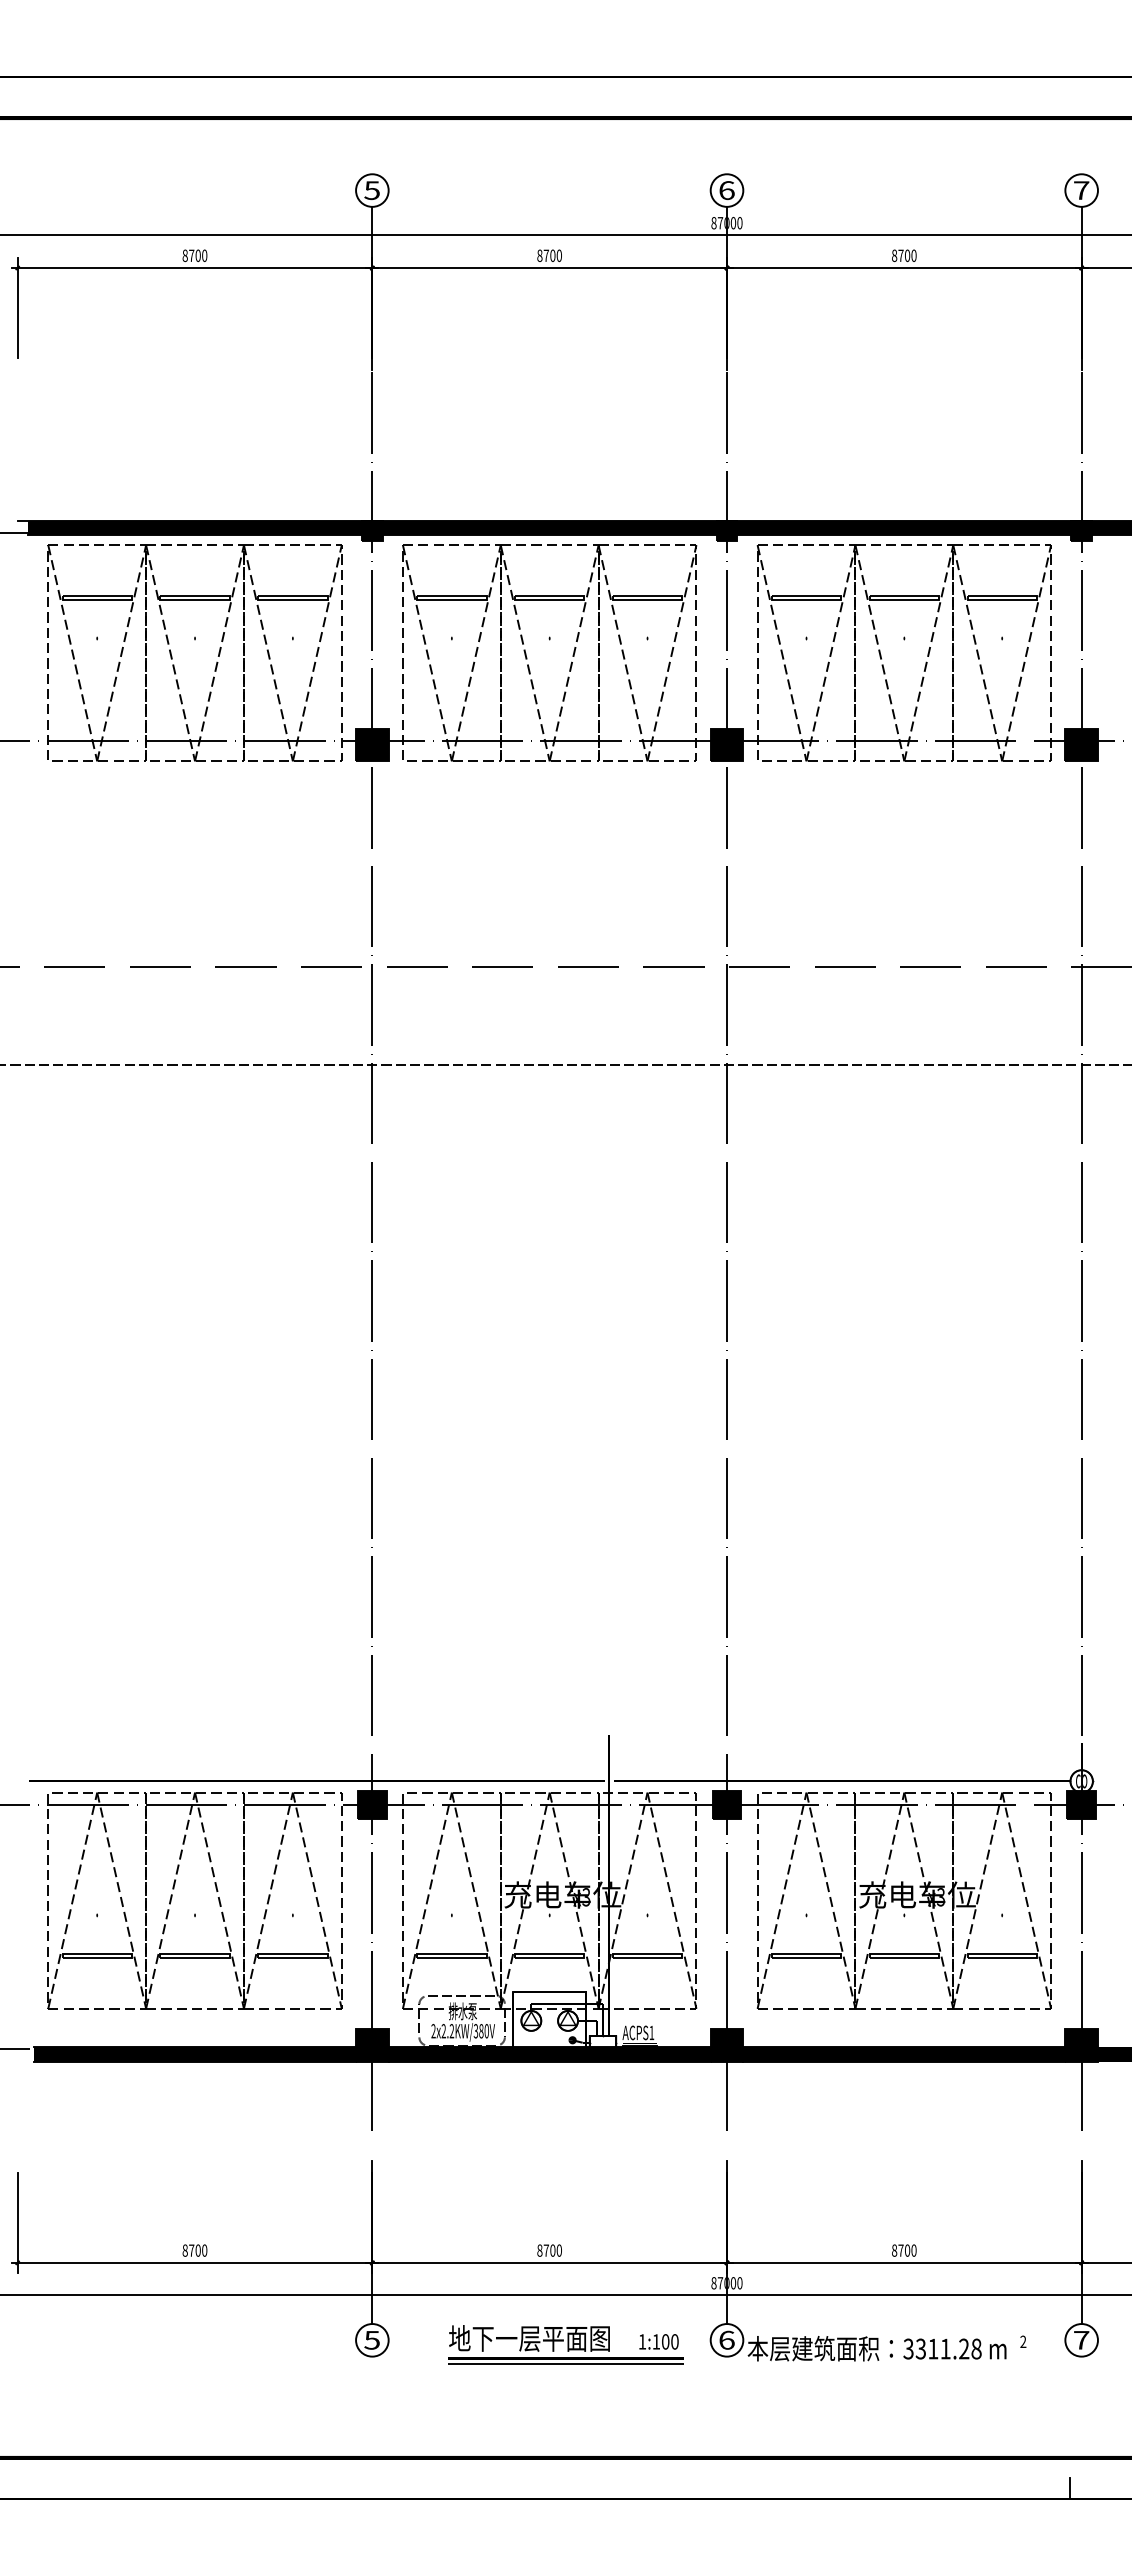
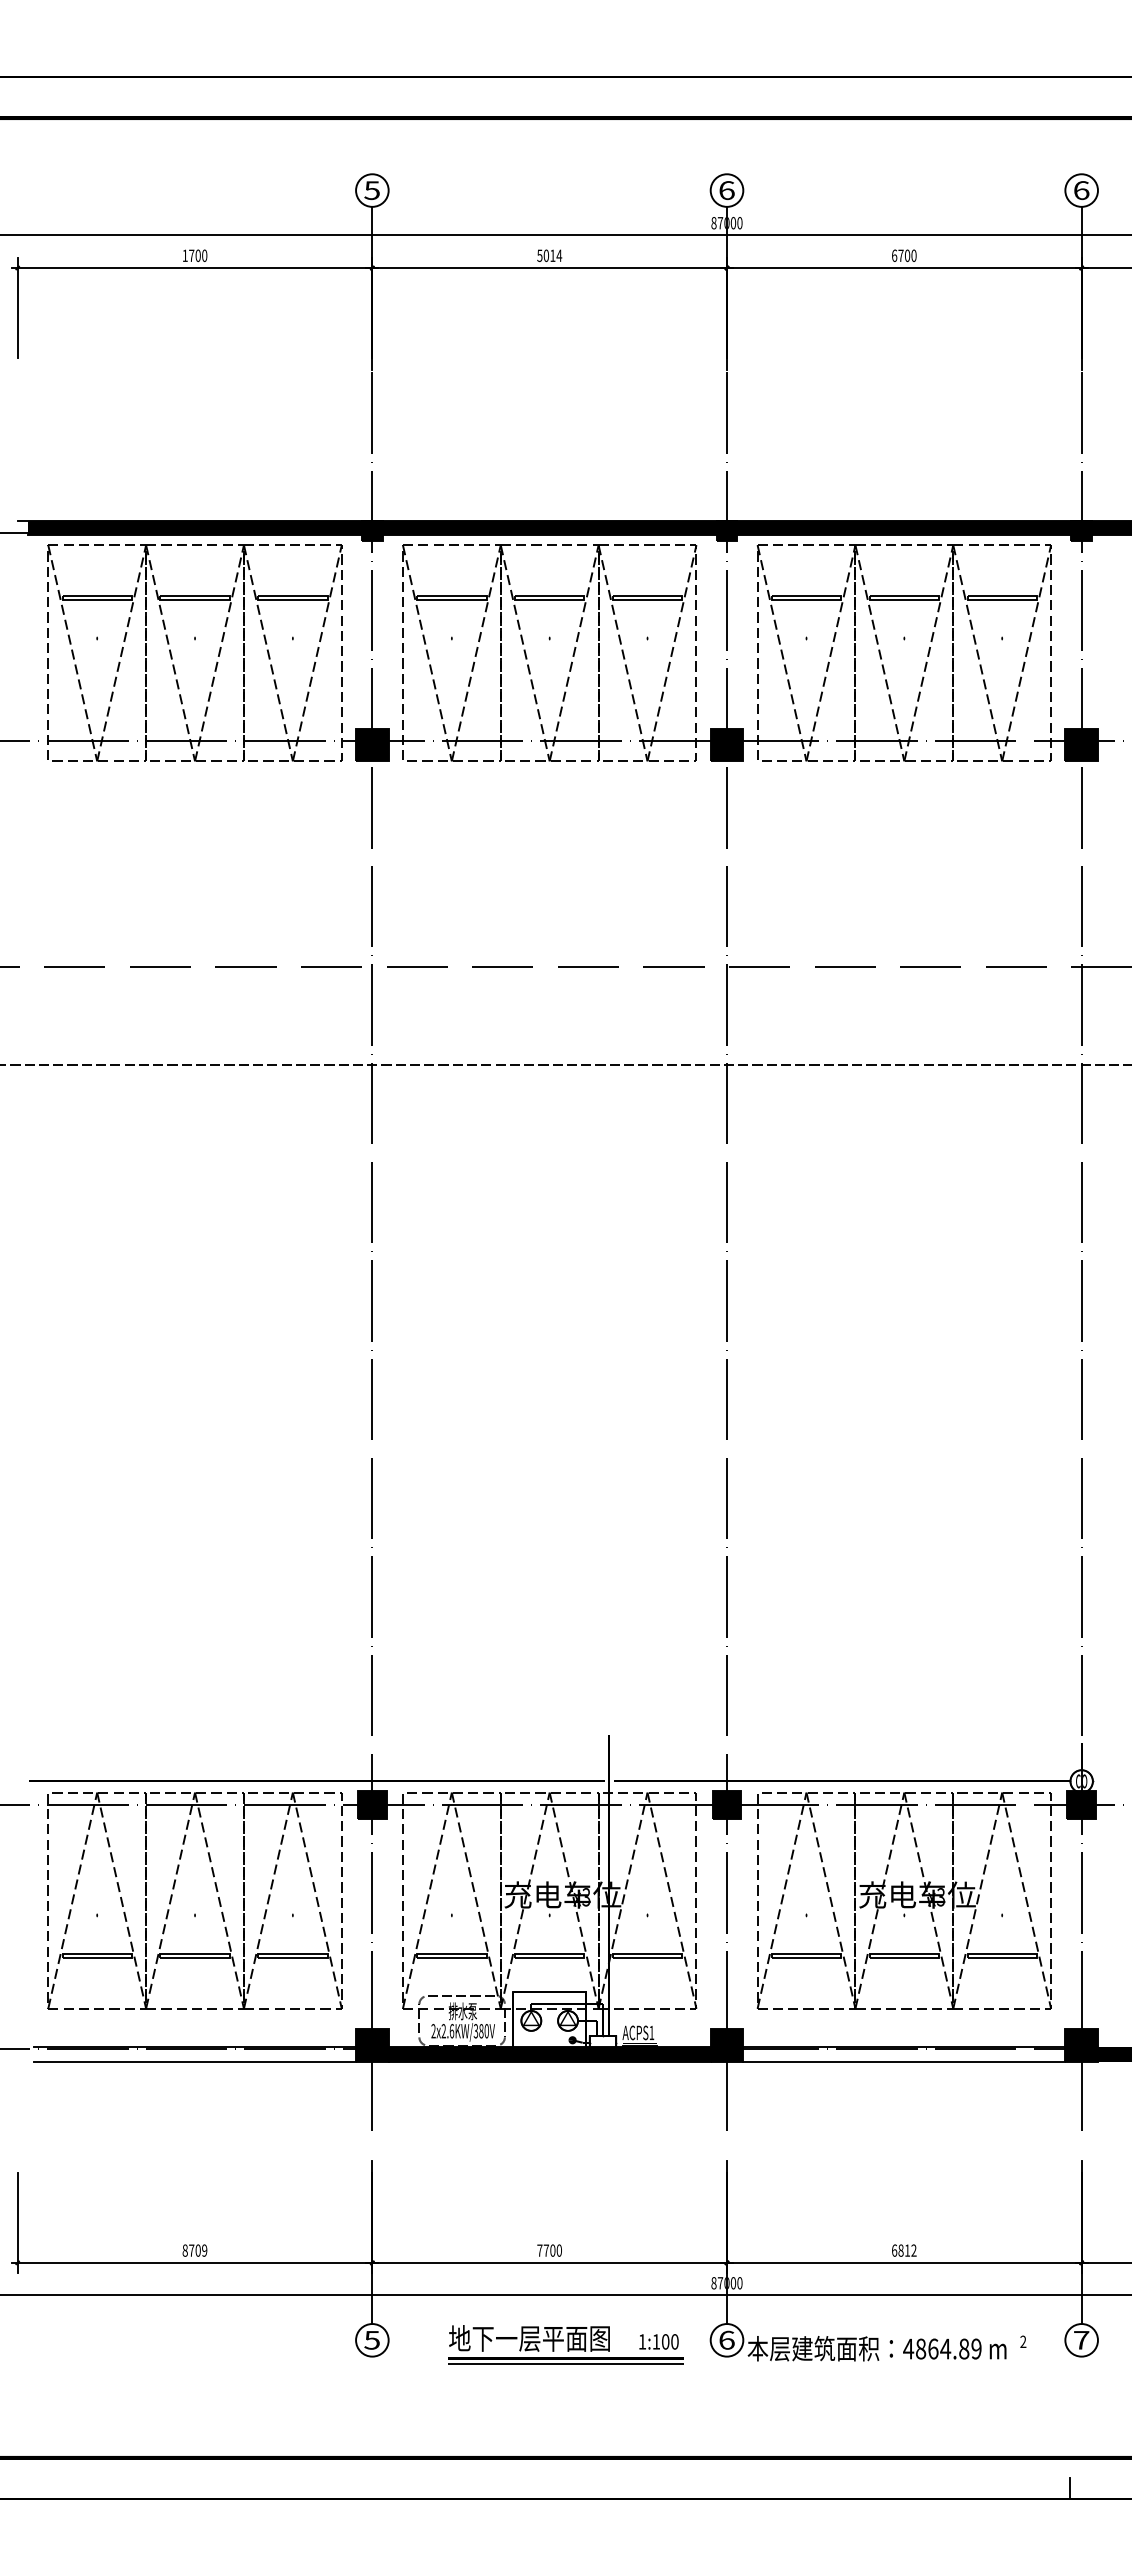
text at (1081, 190): 7 -> 6
text at (184, 255): 8700 -> 1700
text at (549, 255): 8700 -> 5014
text at (894, 255): 8700 -> 6700
text at (451, 2031): 2x2.2KW/380V -> 2x2.6KW/380V
fill at (195, 2054): present -> none
fill at (904, 2054): present -> none
text at (204, 2250): 8700 -> 8709
text at (539, 2250): 8700 -> 7700
text at (904, 2250): 8700 -> 6812
text at (942, 2348): 3311.28 -> 4864.89
